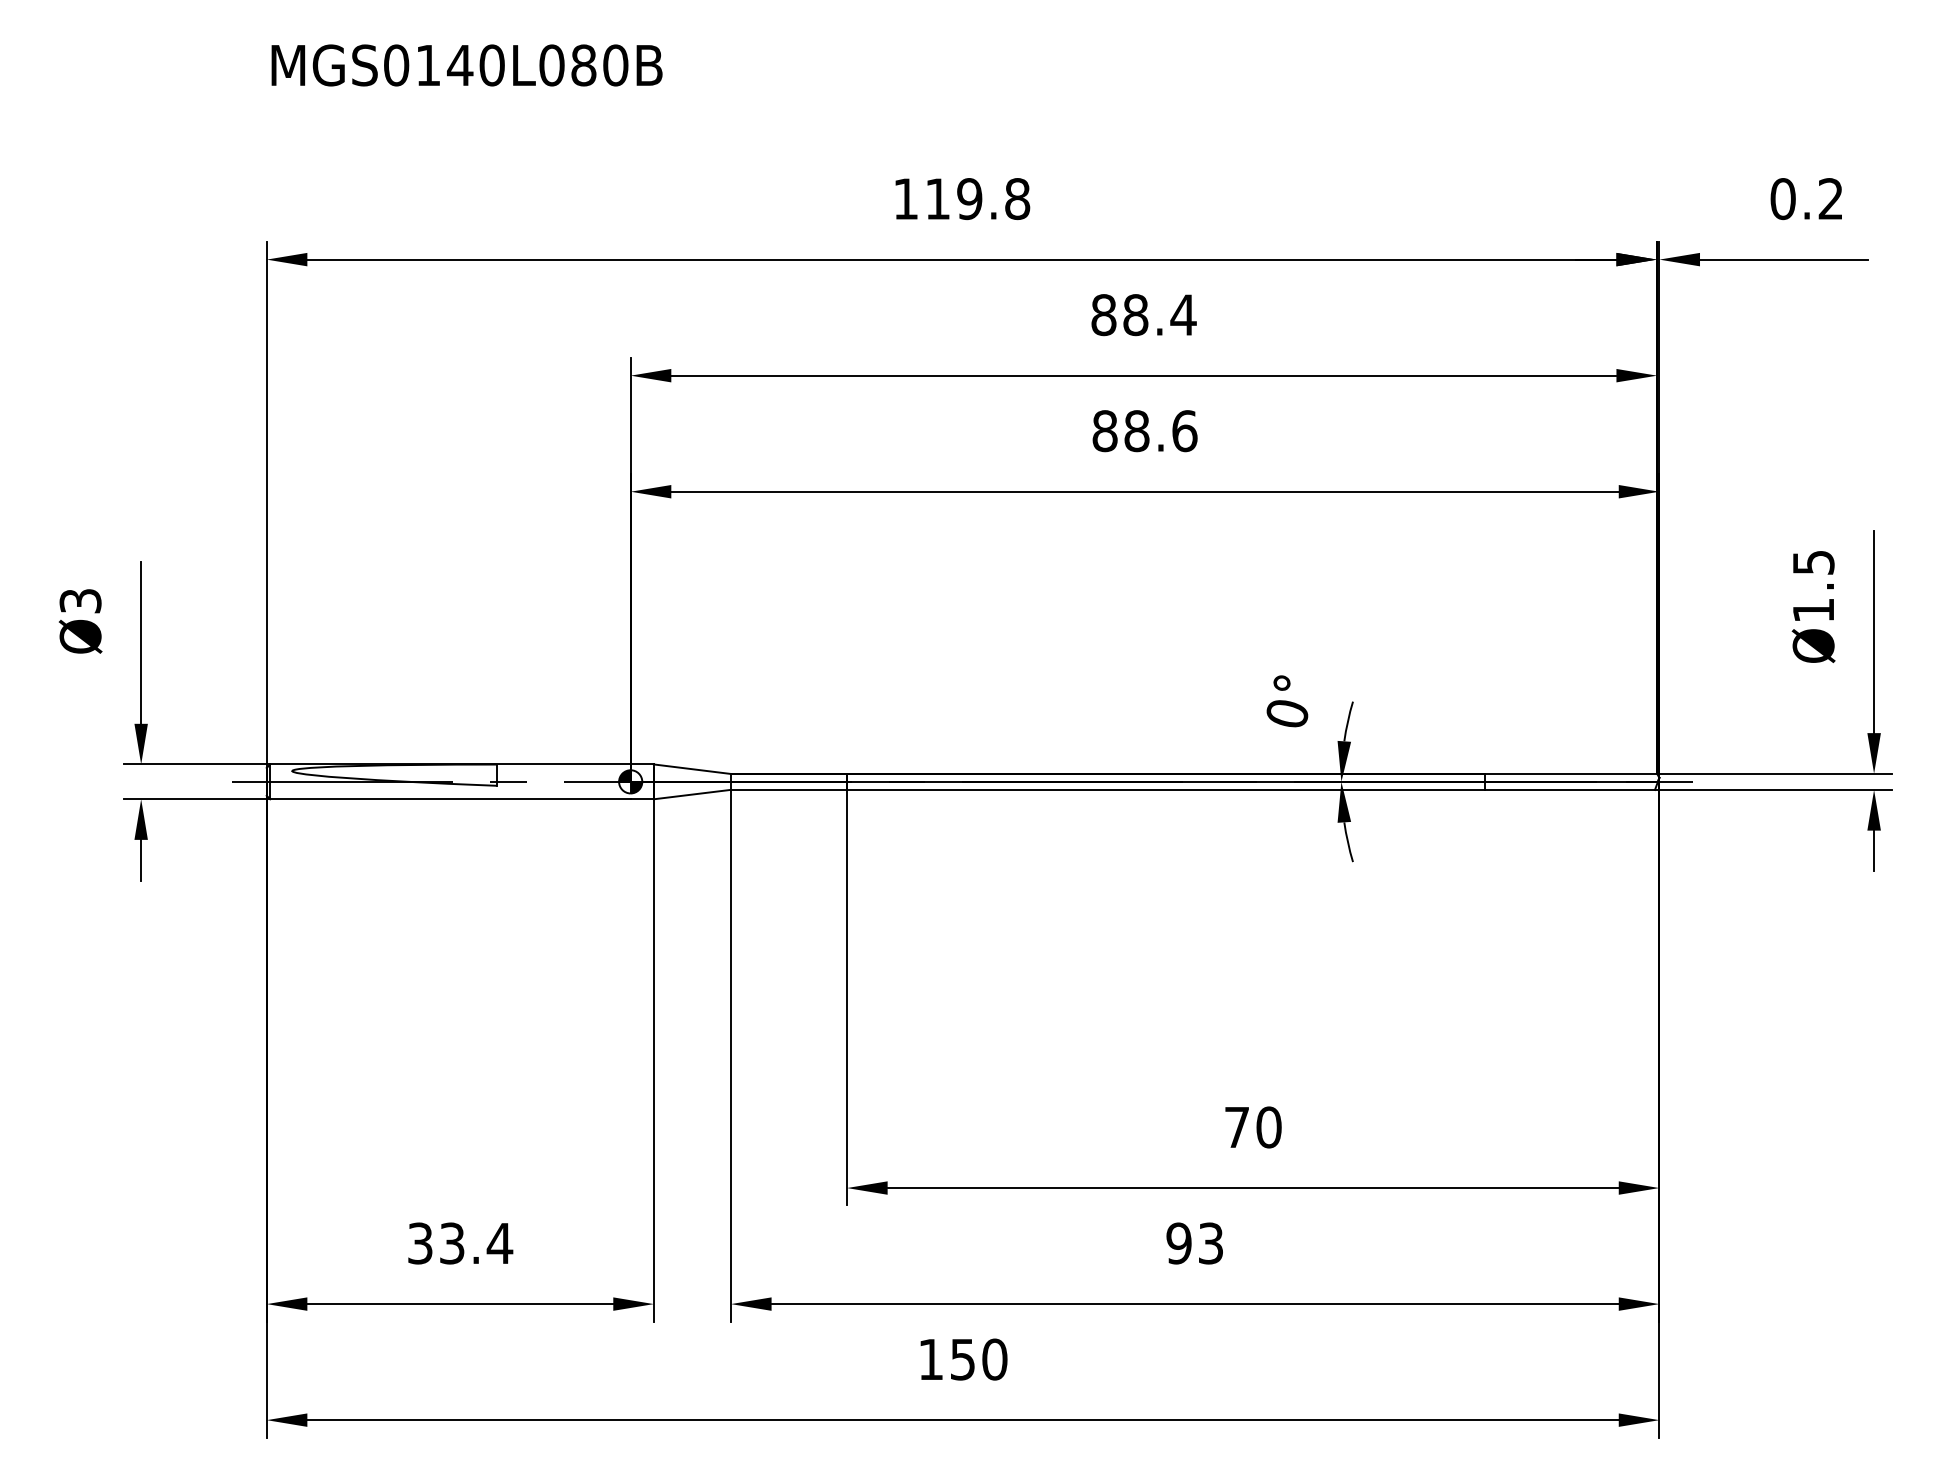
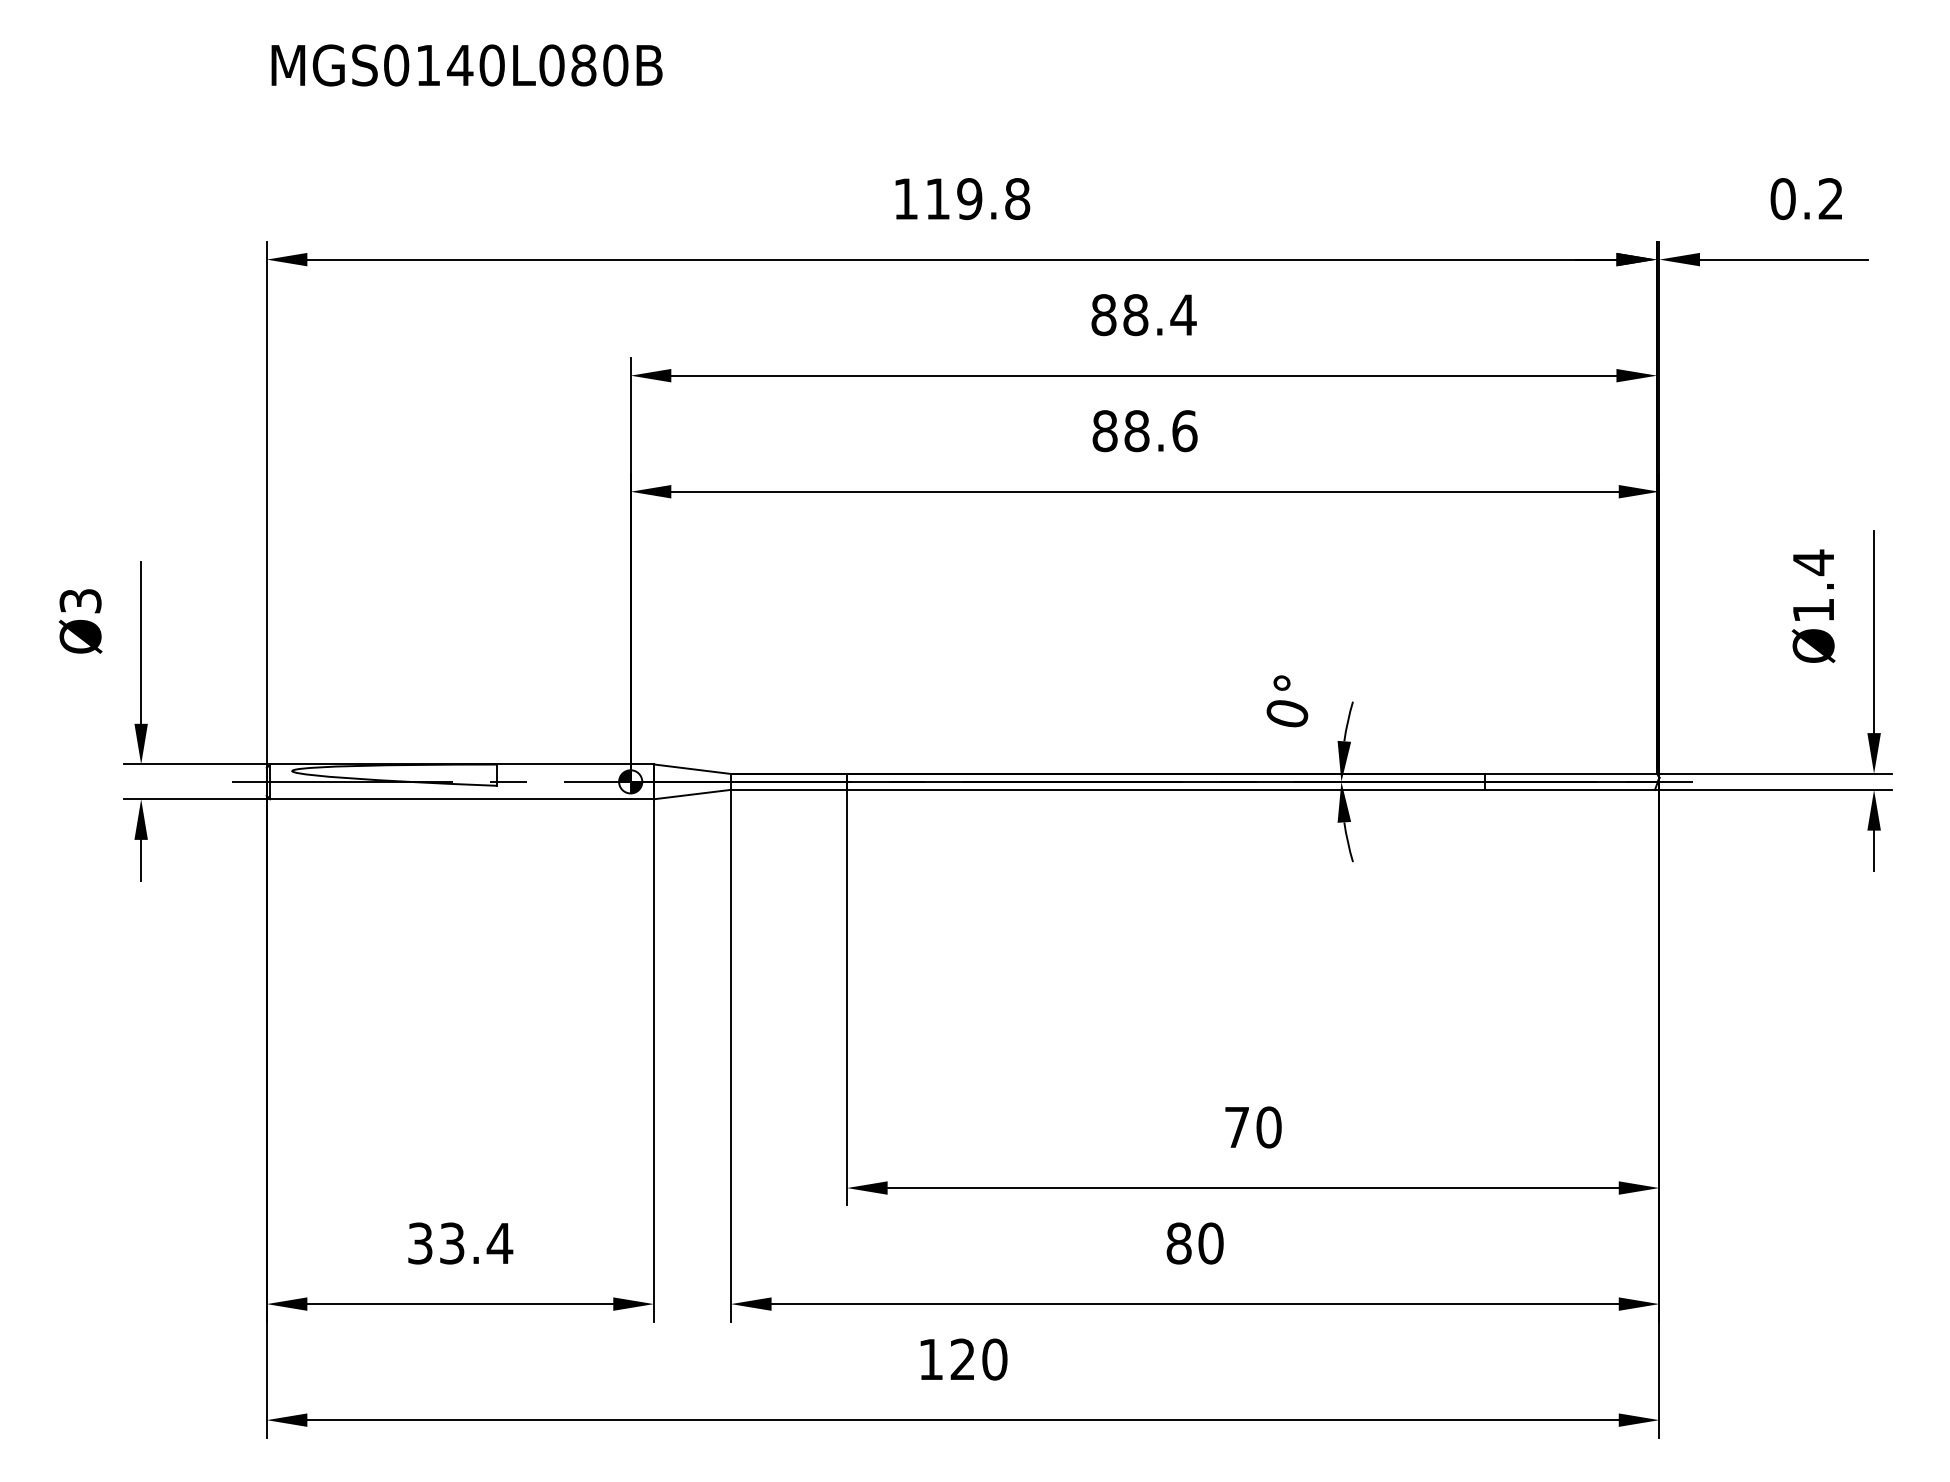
text at (1813, 562): Ø1.5 -> Ø1.4
text at (1194, 1243): 93 -> 80
text at (962, 1359): 150 -> 120
